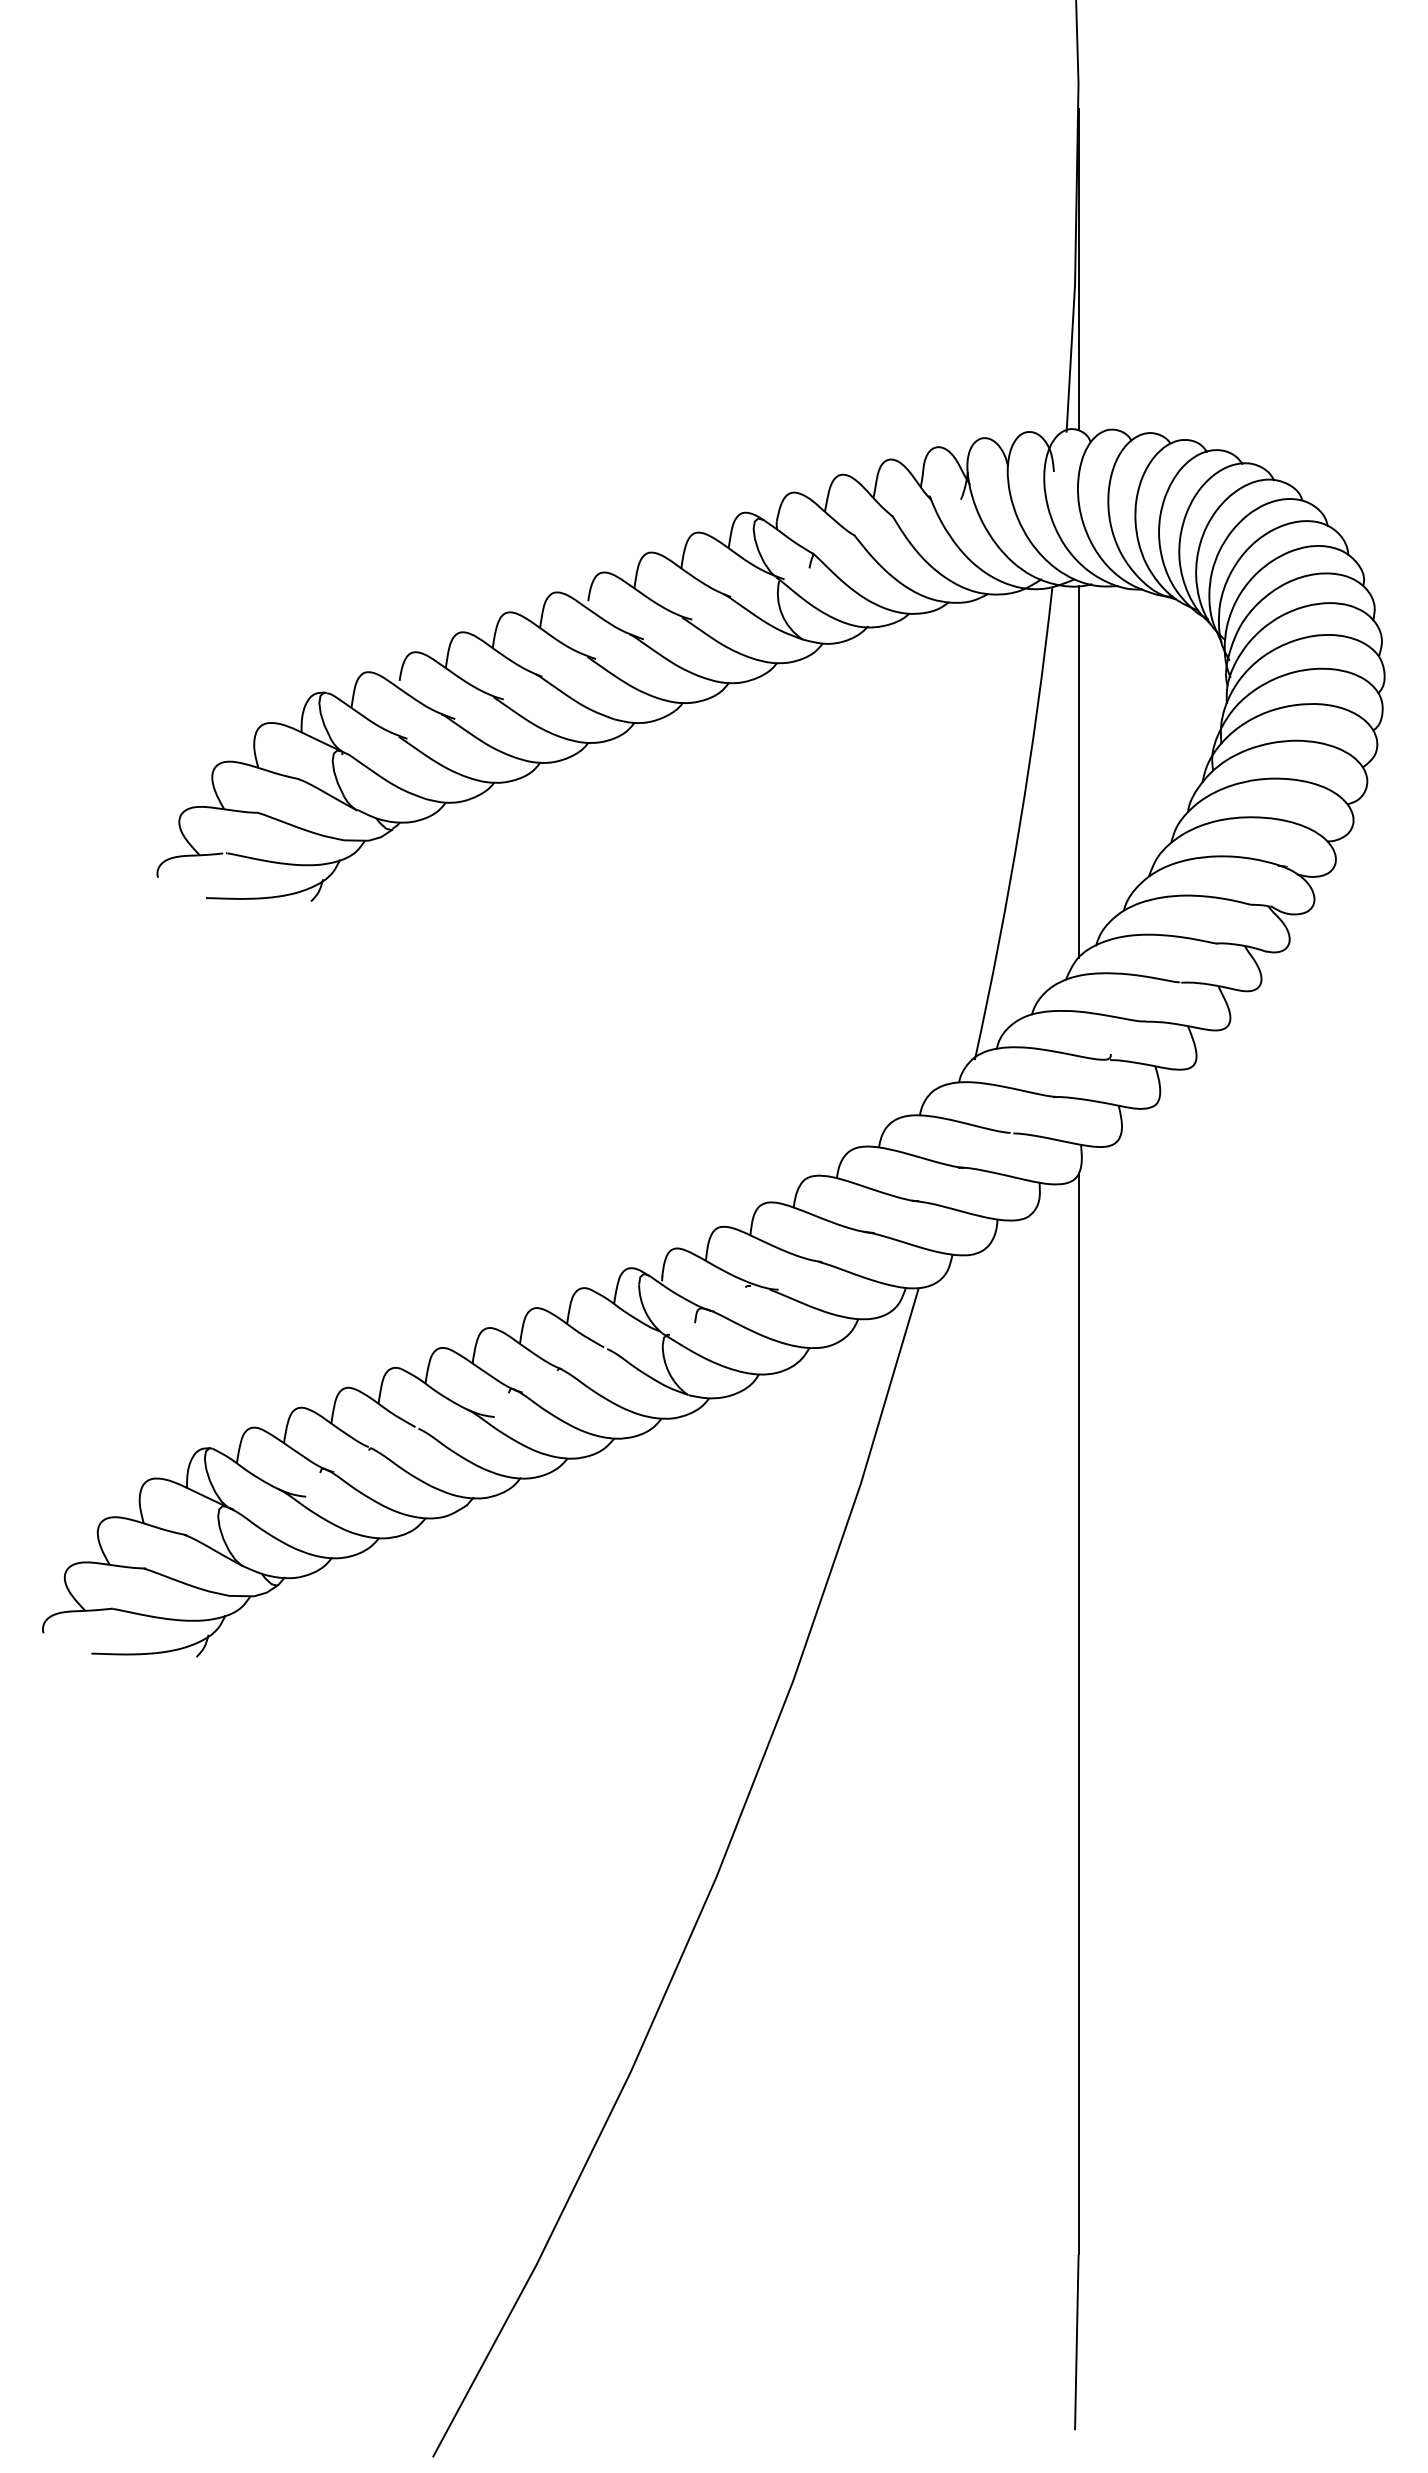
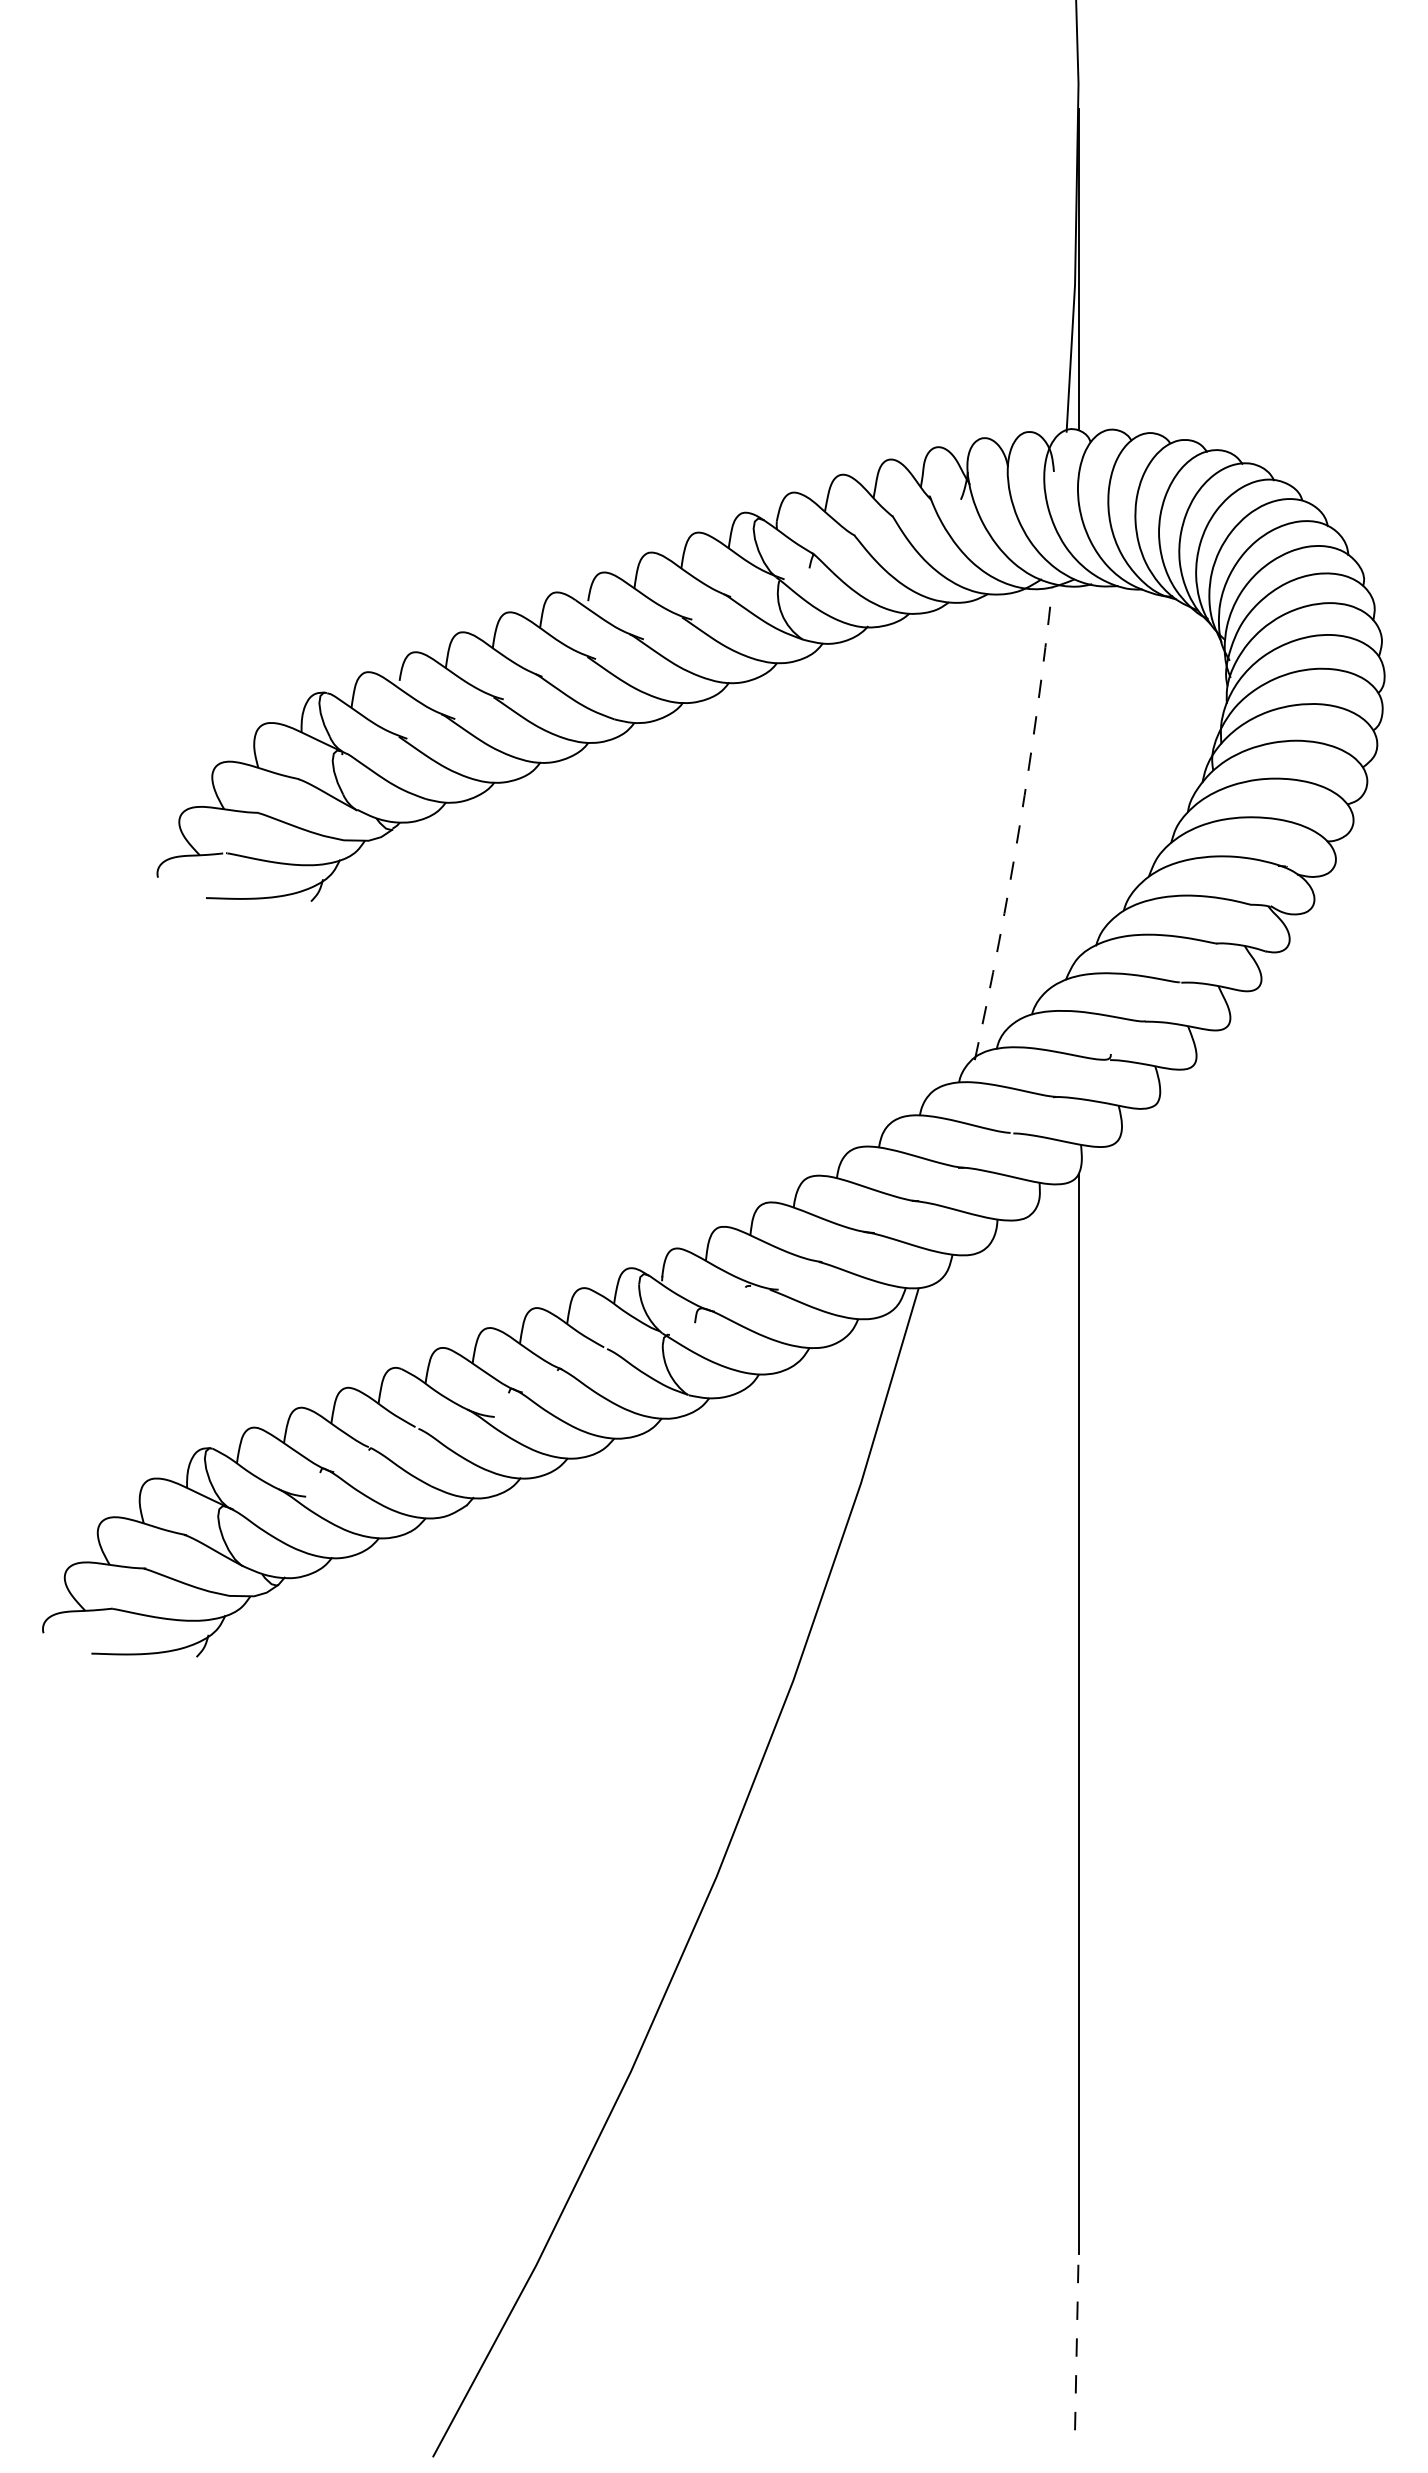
line at (1078, 772): present -> none
arc at (1019, 825): solid -> dashed
line at (1076, 2342): solid -> dashed
